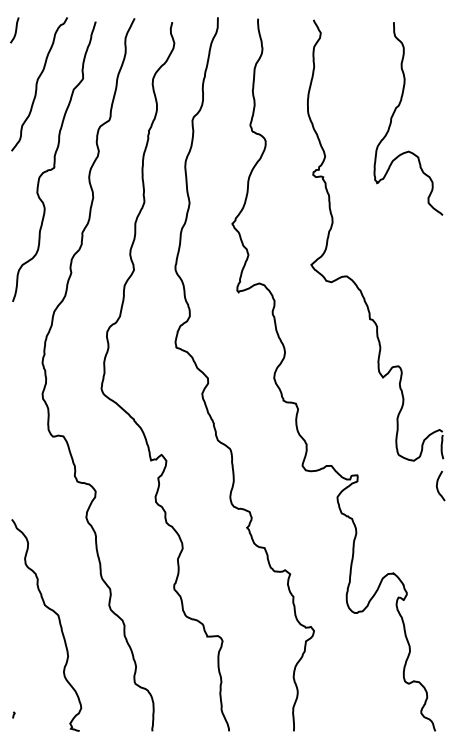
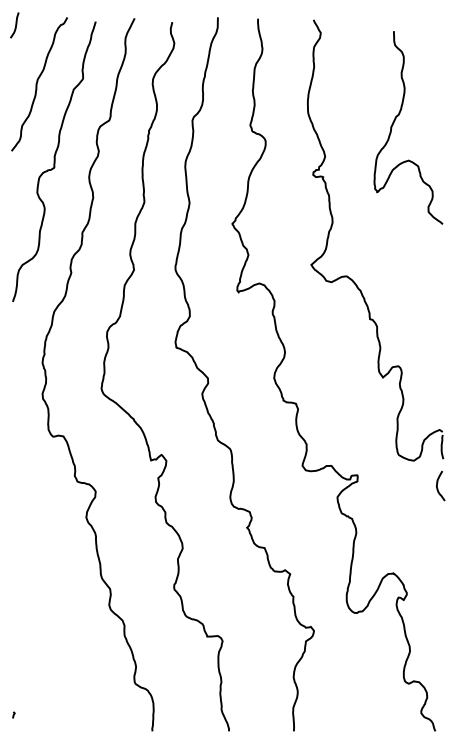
curve at (15, 30) position: (15, 30) -> (15, 25)
curve at (394, 114) position: (394, 114) -> (394, 123)
curve at (58, 620): present -> none
